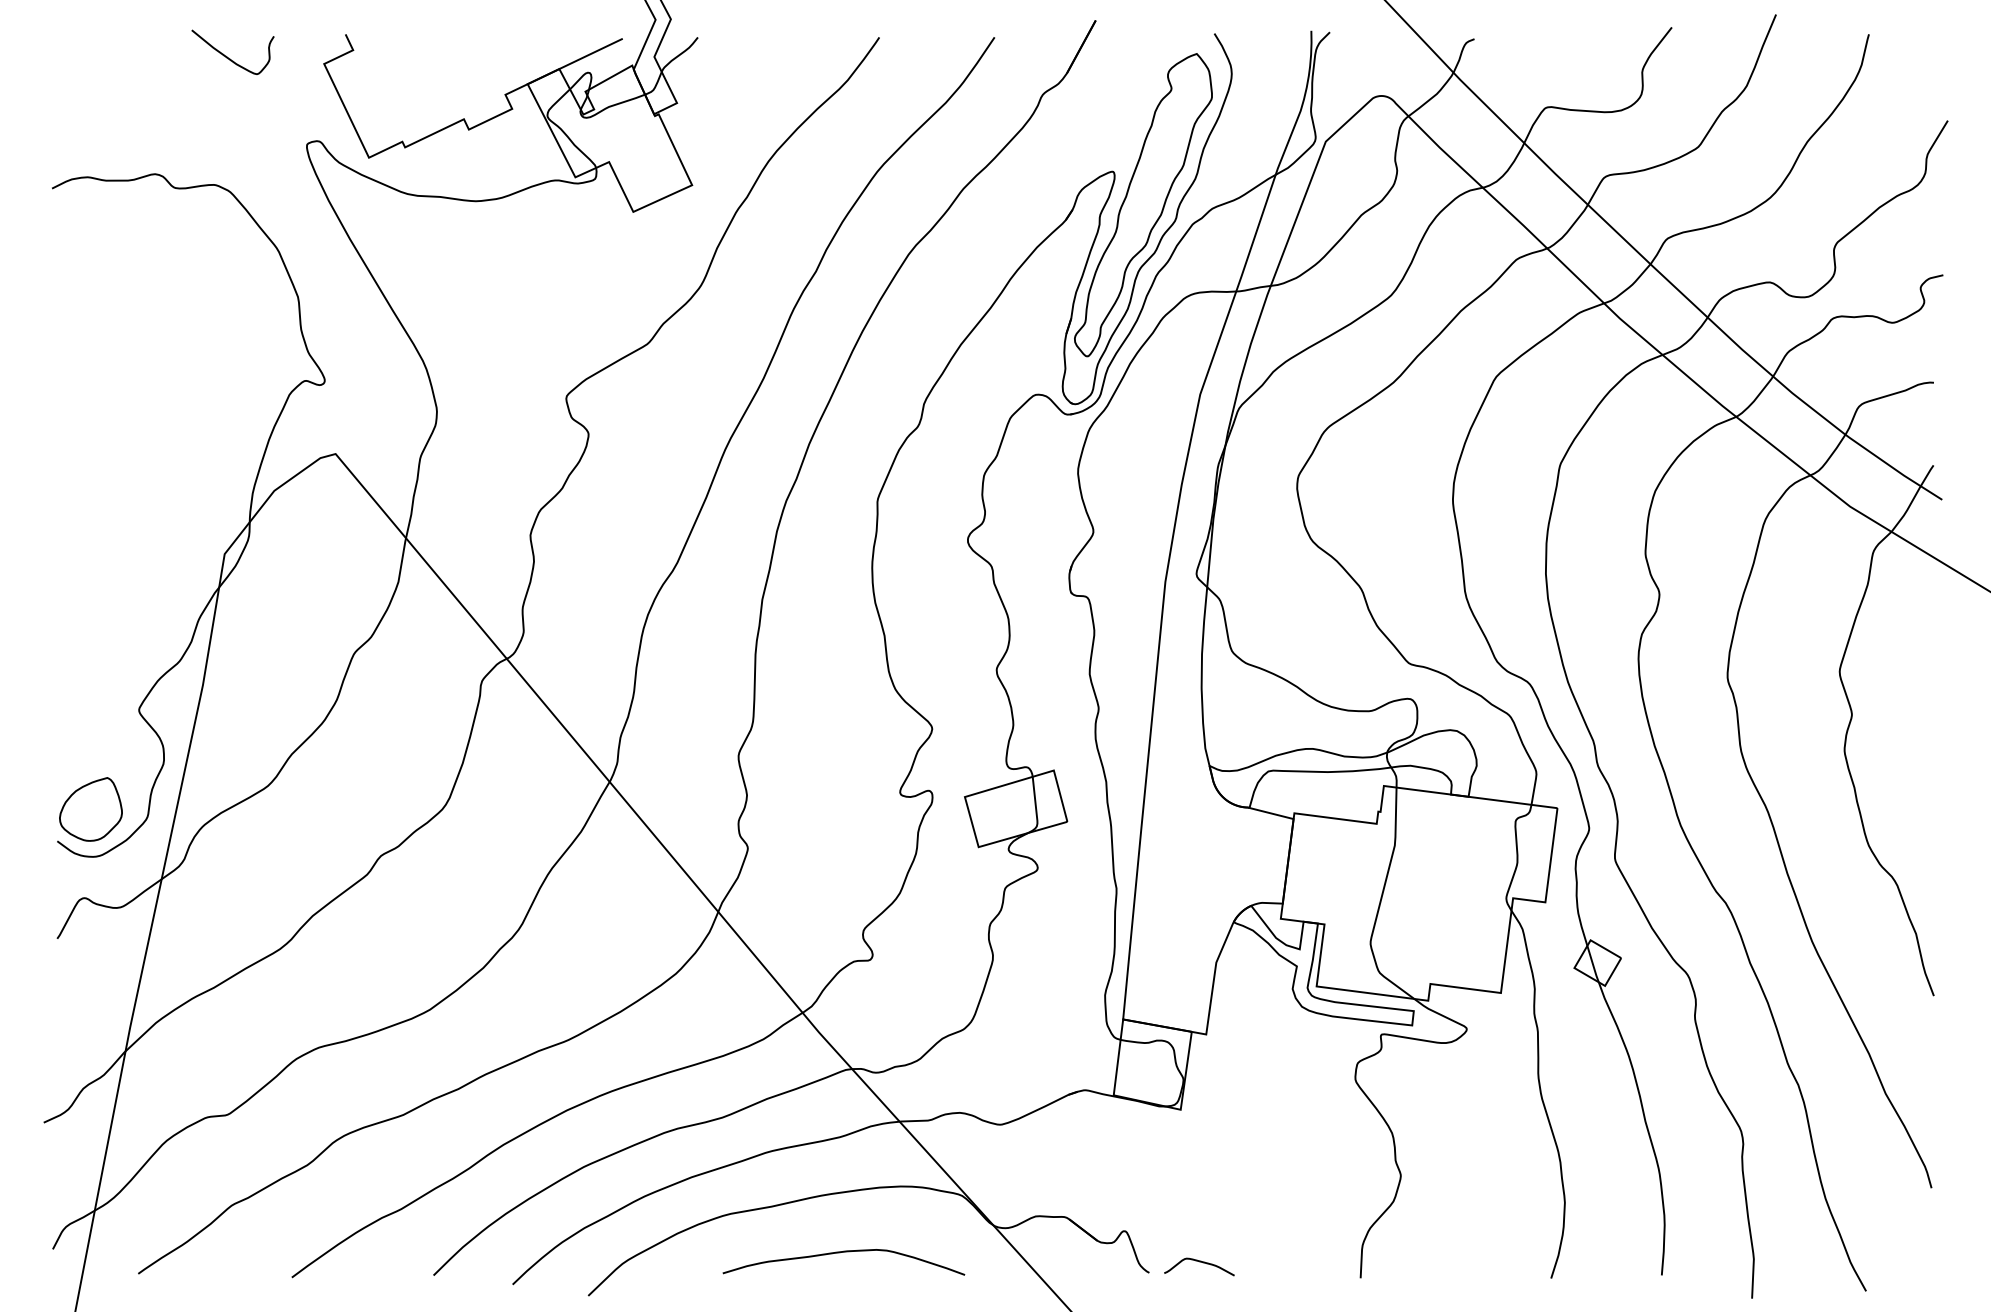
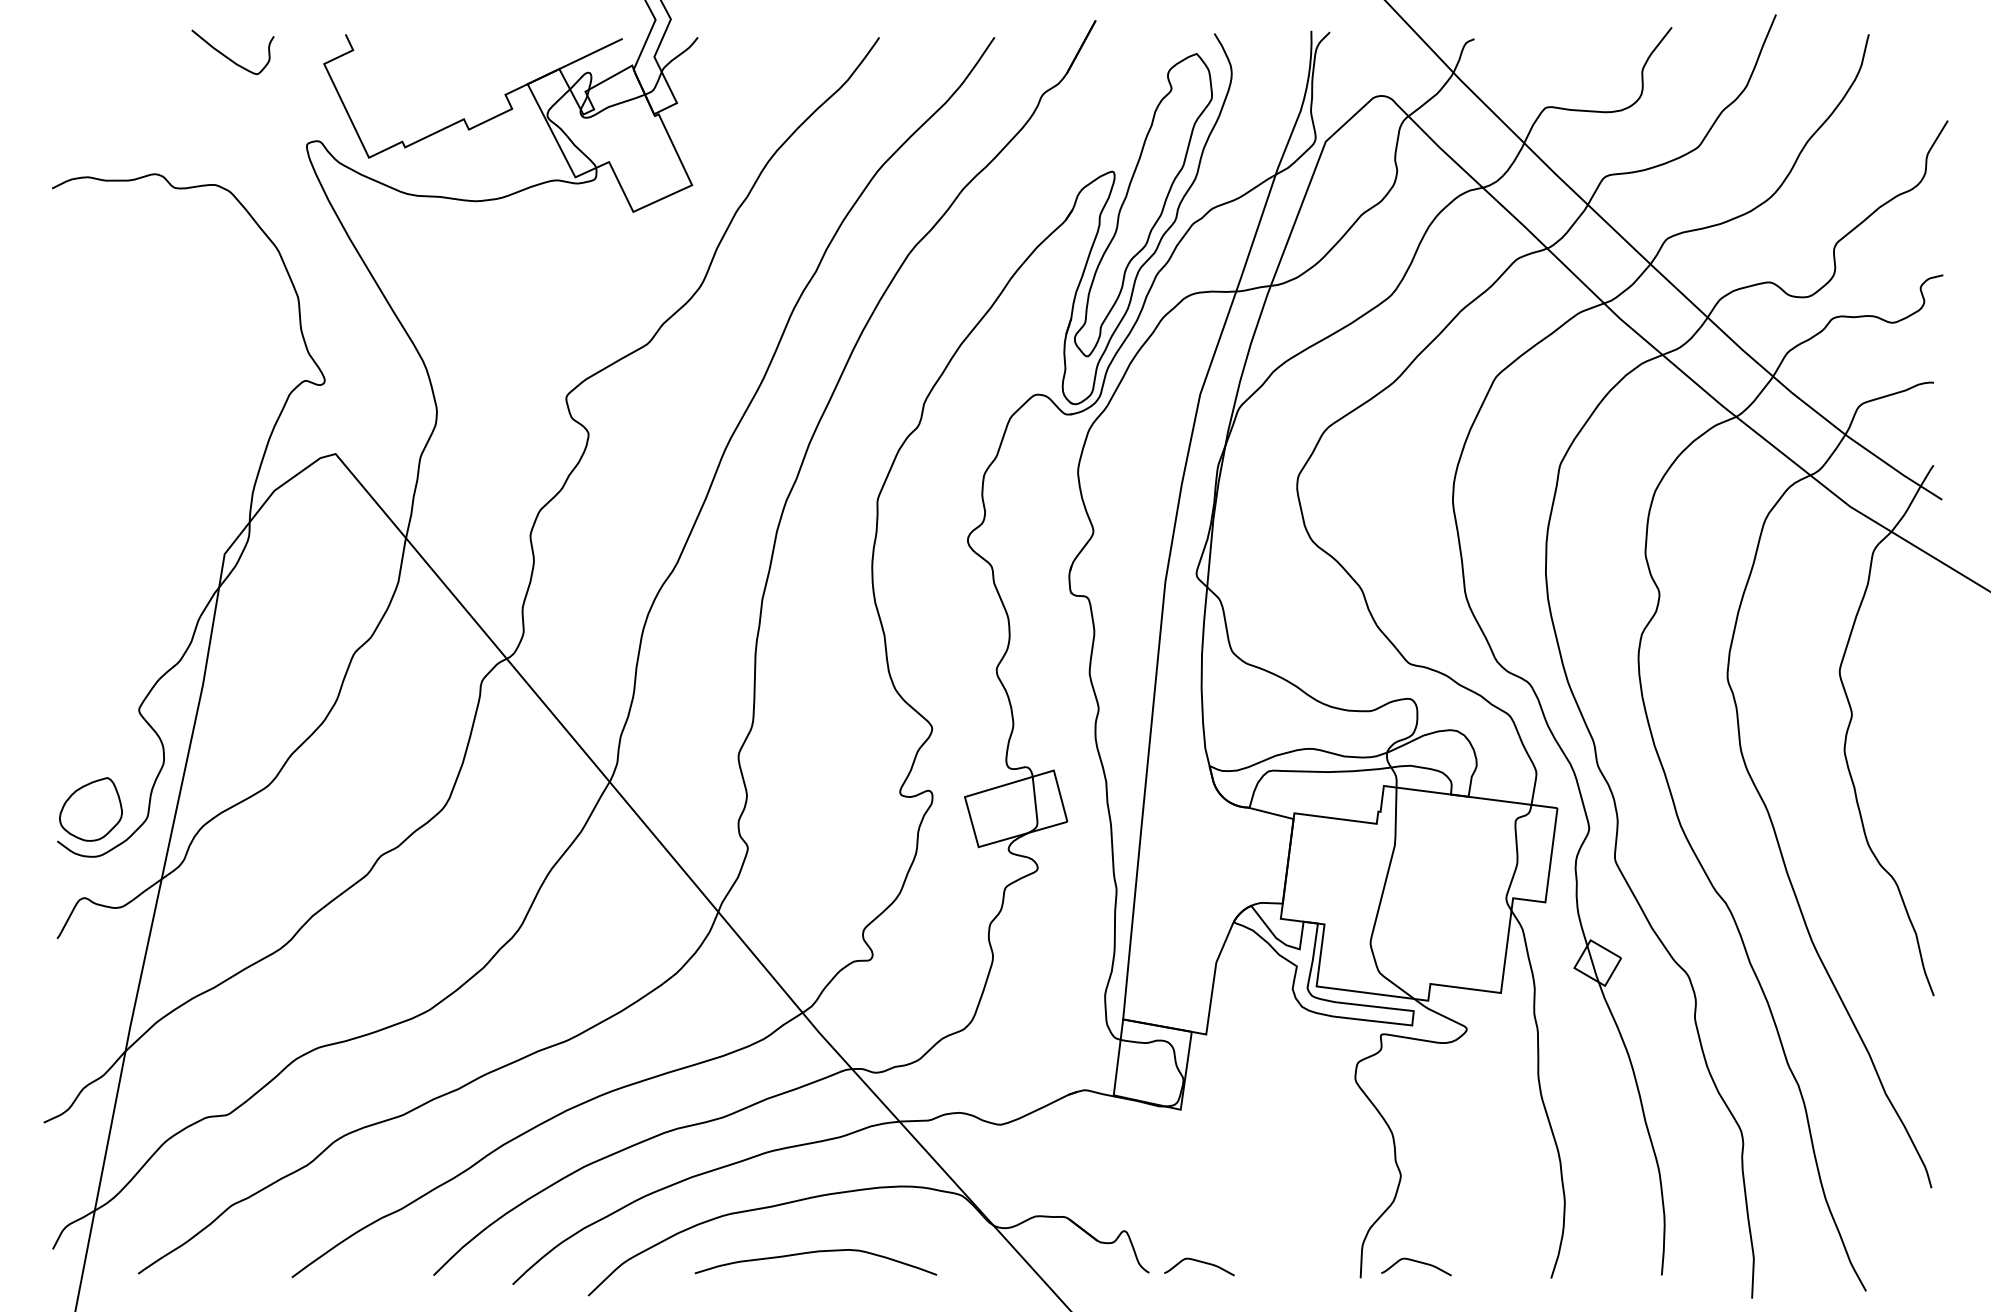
curve at (840, 1253) position: (840, 1253) -> (812, 1253)
curve at (1416, 1262): none -> present
